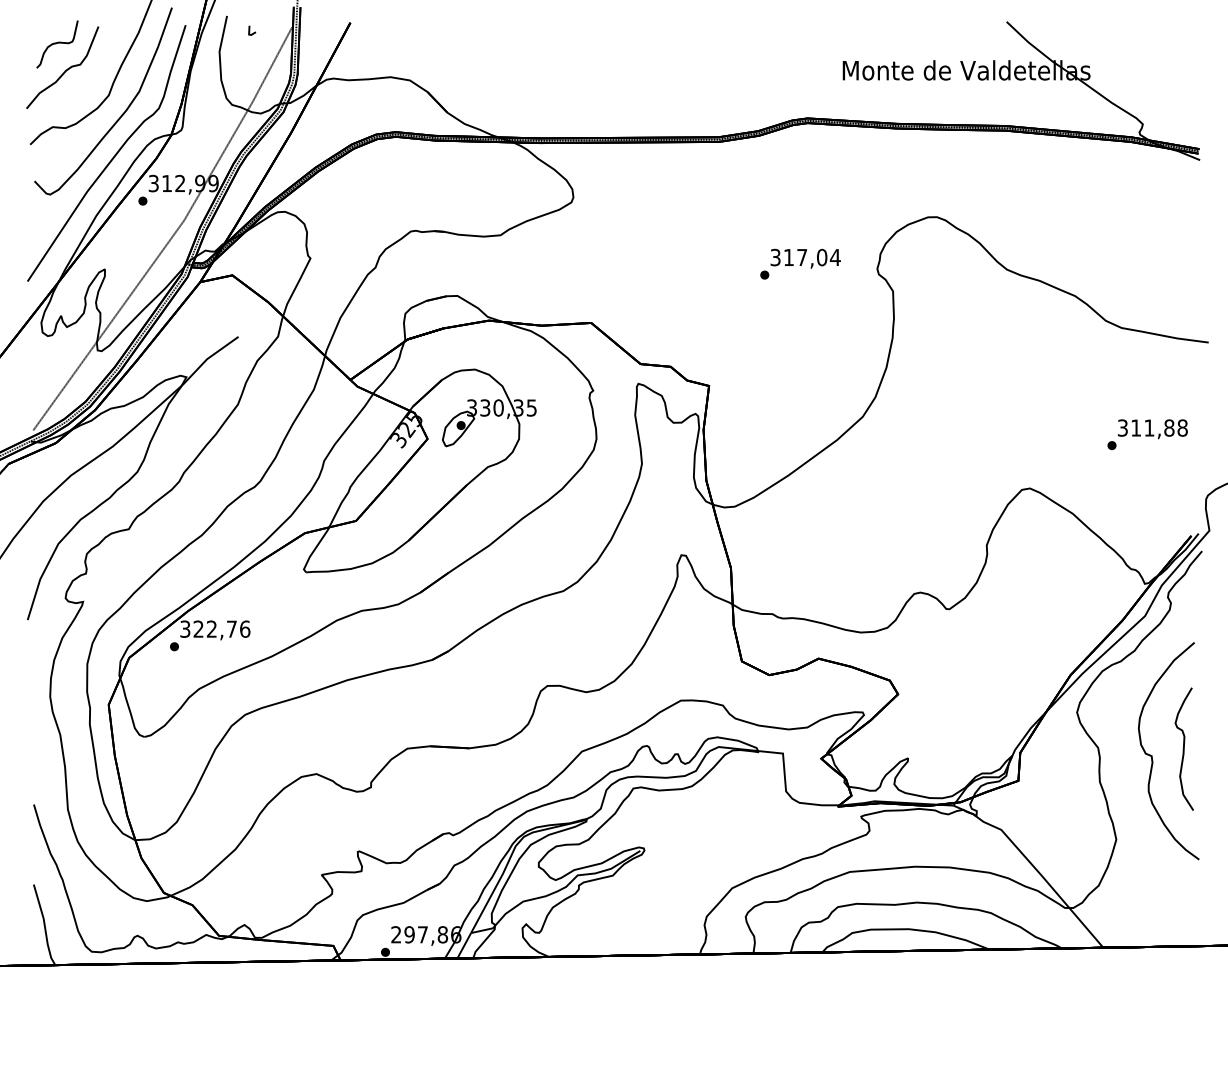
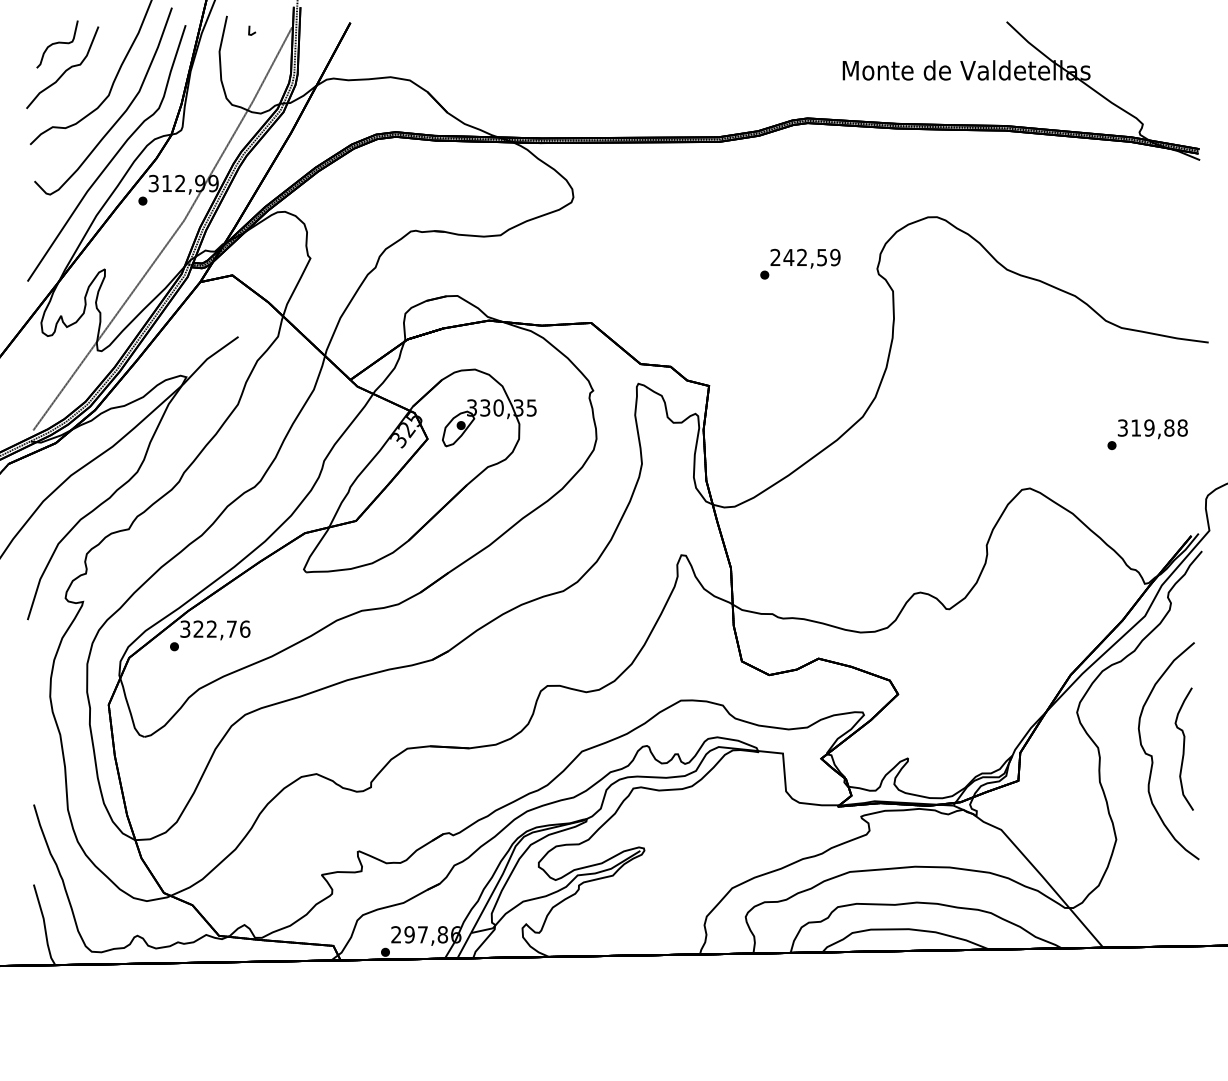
text at (805, 257): 317,04 -> 242,59
text at (1149, 427): 311,88 -> 319,88
